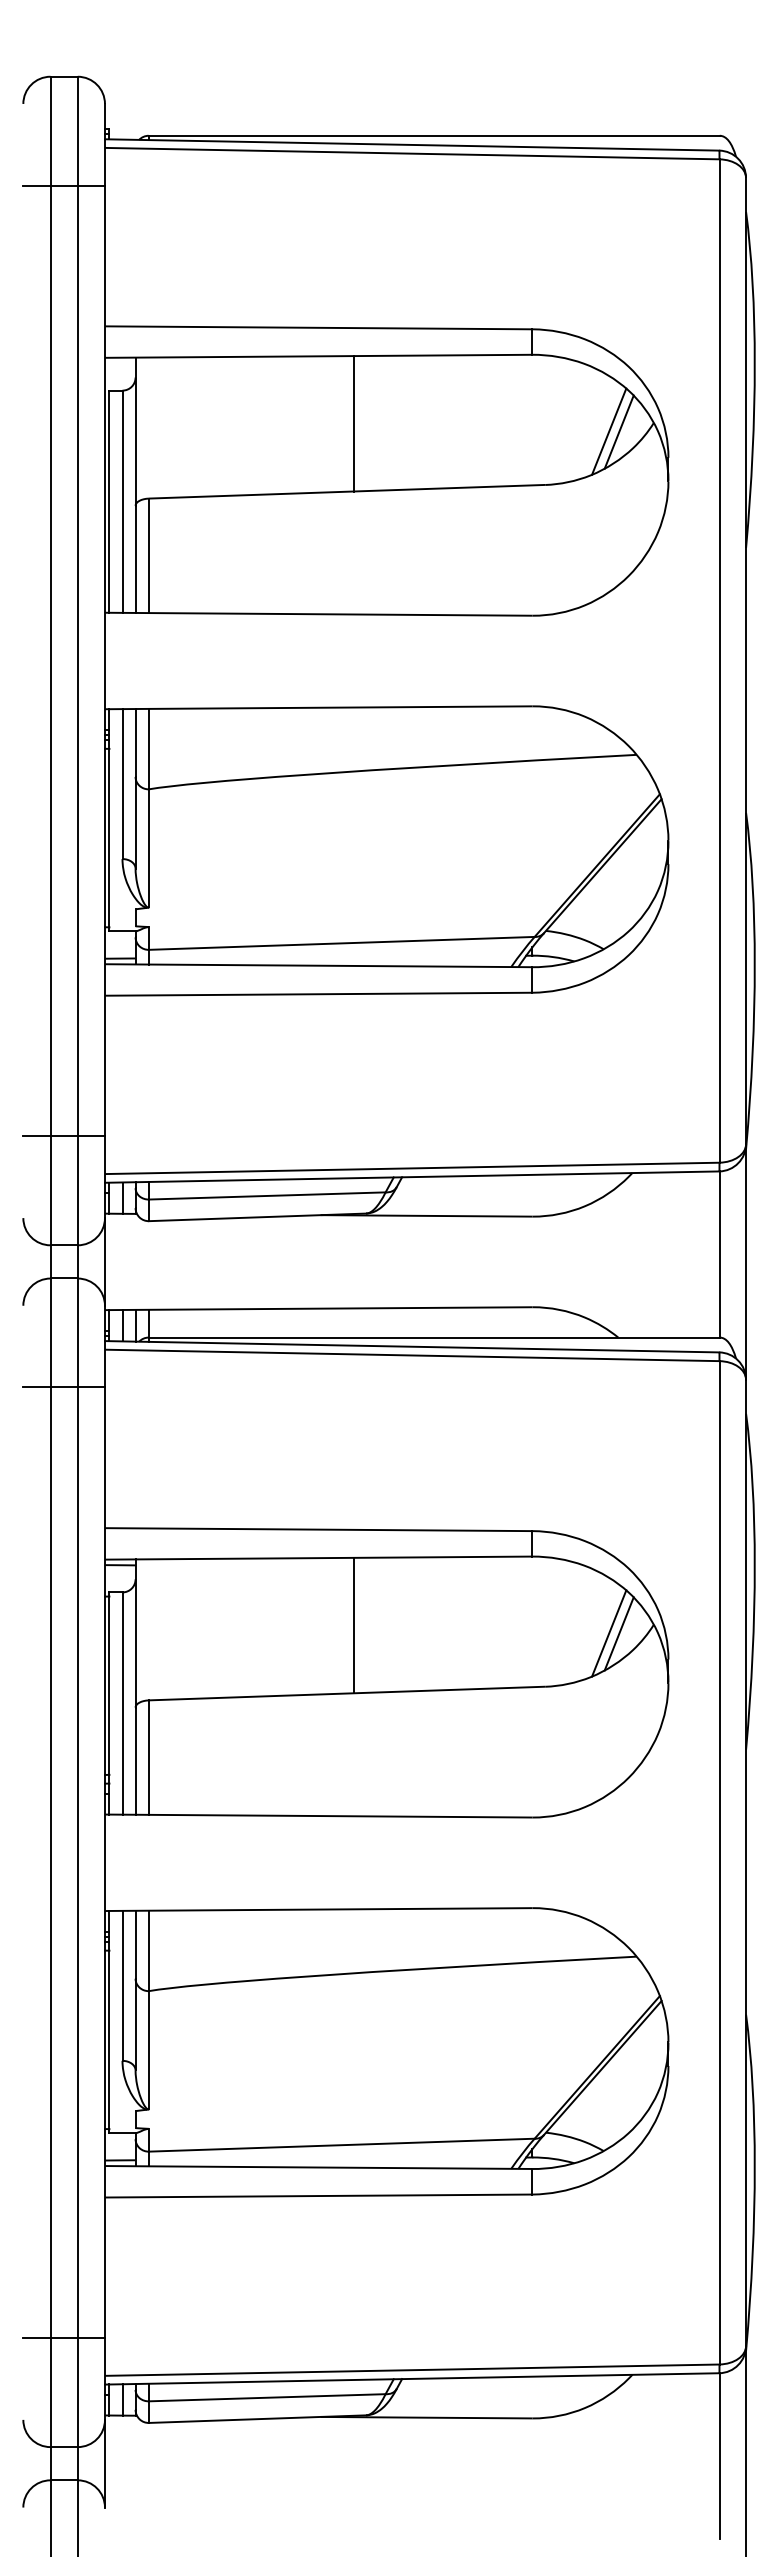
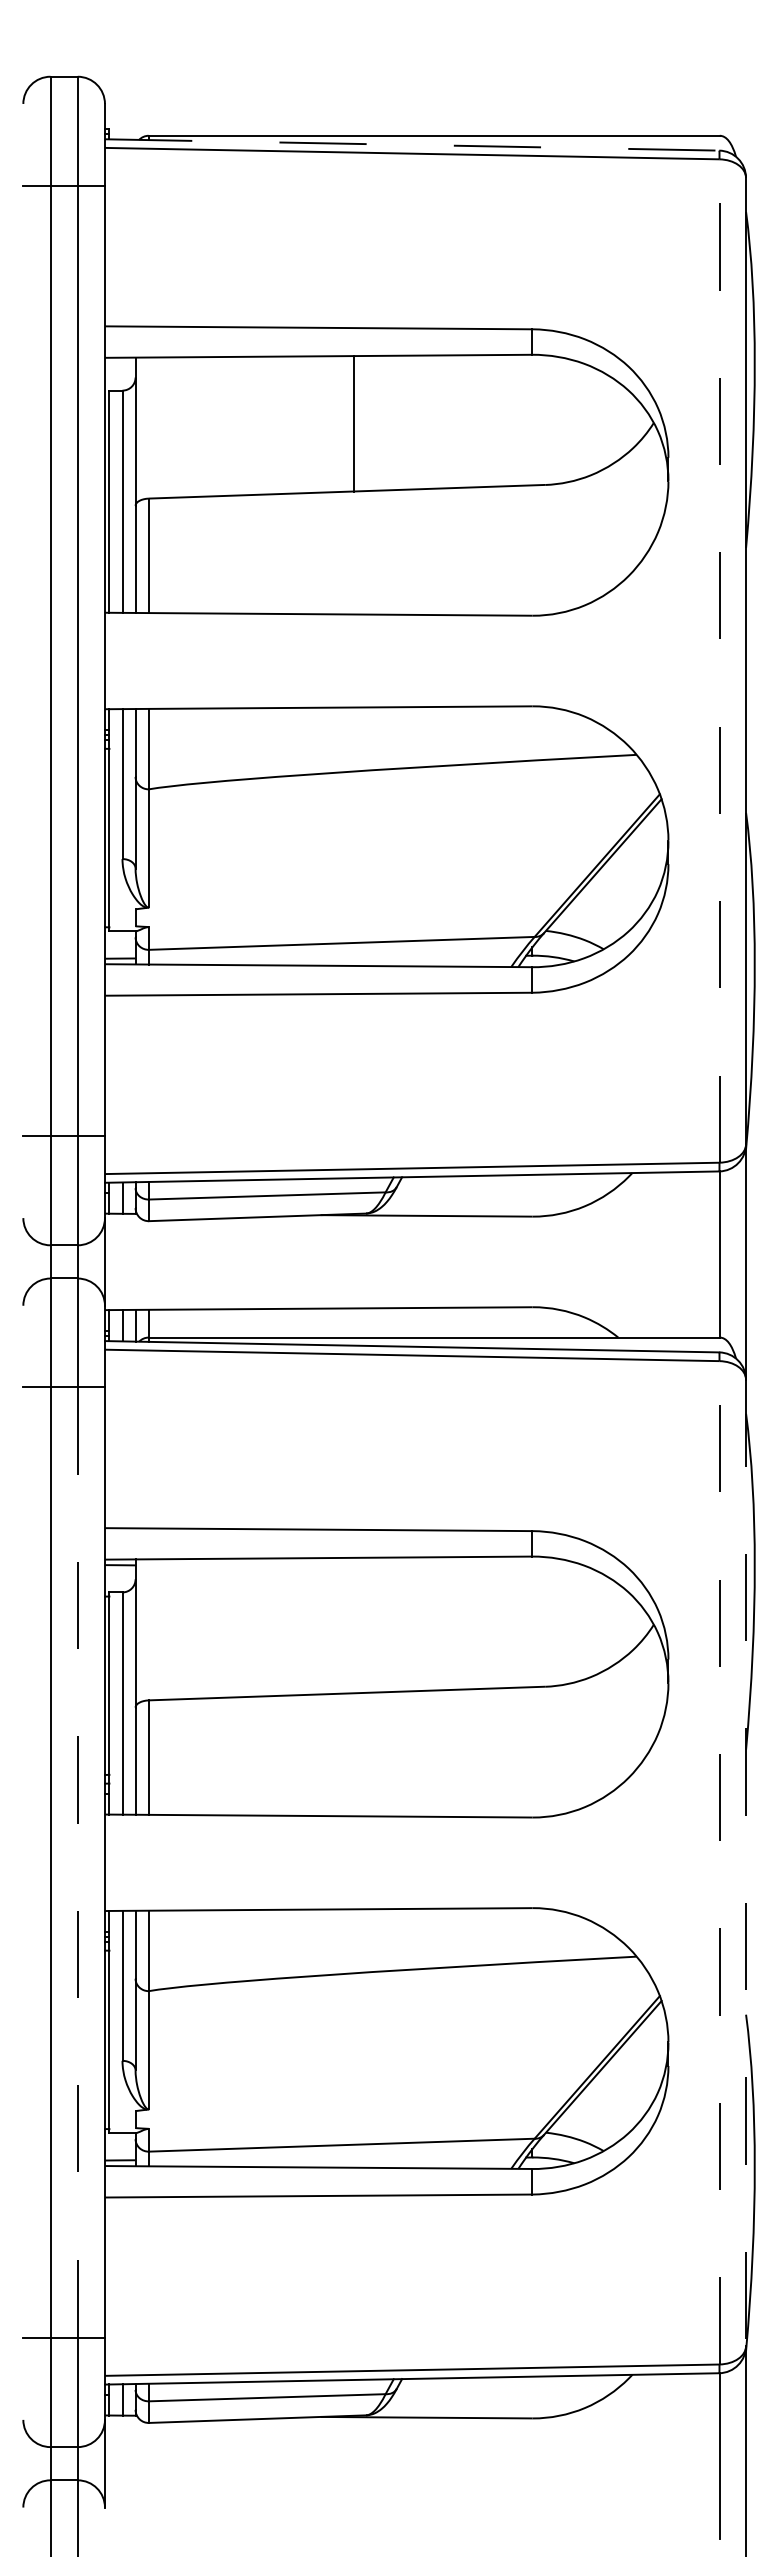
line at (412, 144): solid -> dashed
line at (609, 431): present -> none
line at (618, 431): present -> none
line at (719, 661): solid -> dashed
line at (353, 1625): present -> none
line at (609, 1633): present -> none
line at (618, 1633): present -> none
line at (719, 1862): solid -> dashed
line at (77, 1863): solid -> dashed
line at (746, 1863): solid -> dashed
